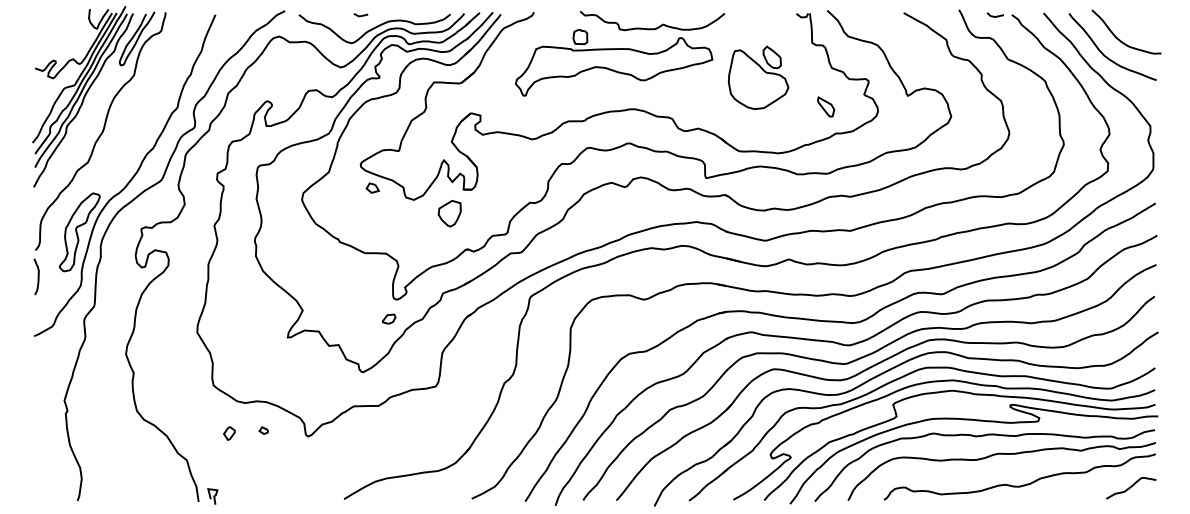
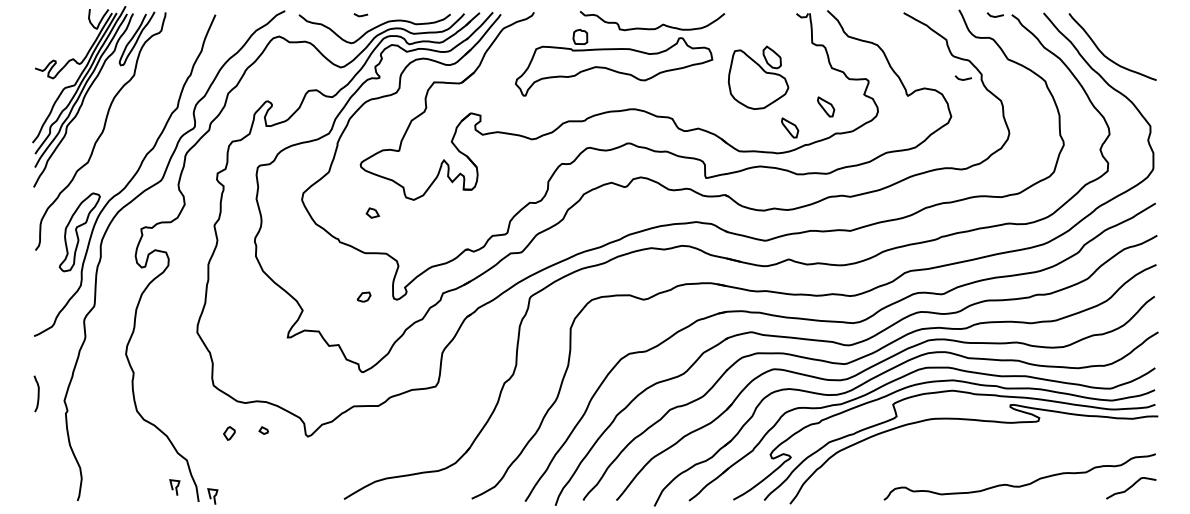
curve at (1120, 39): present -> none
curve at (961, 78): none -> present
part at (790, 127): none -> present
part at (372, 187) position: (372, 187) -> (372, 212)
part at (449, 213): present -> none
curve at (37, 276) position: (37, 276) -> (37, 393)
part at (388, 318) position: (388, 318) -> (363, 296)
part at (984, 465): present -> none
curve at (175, 487): none -> present
